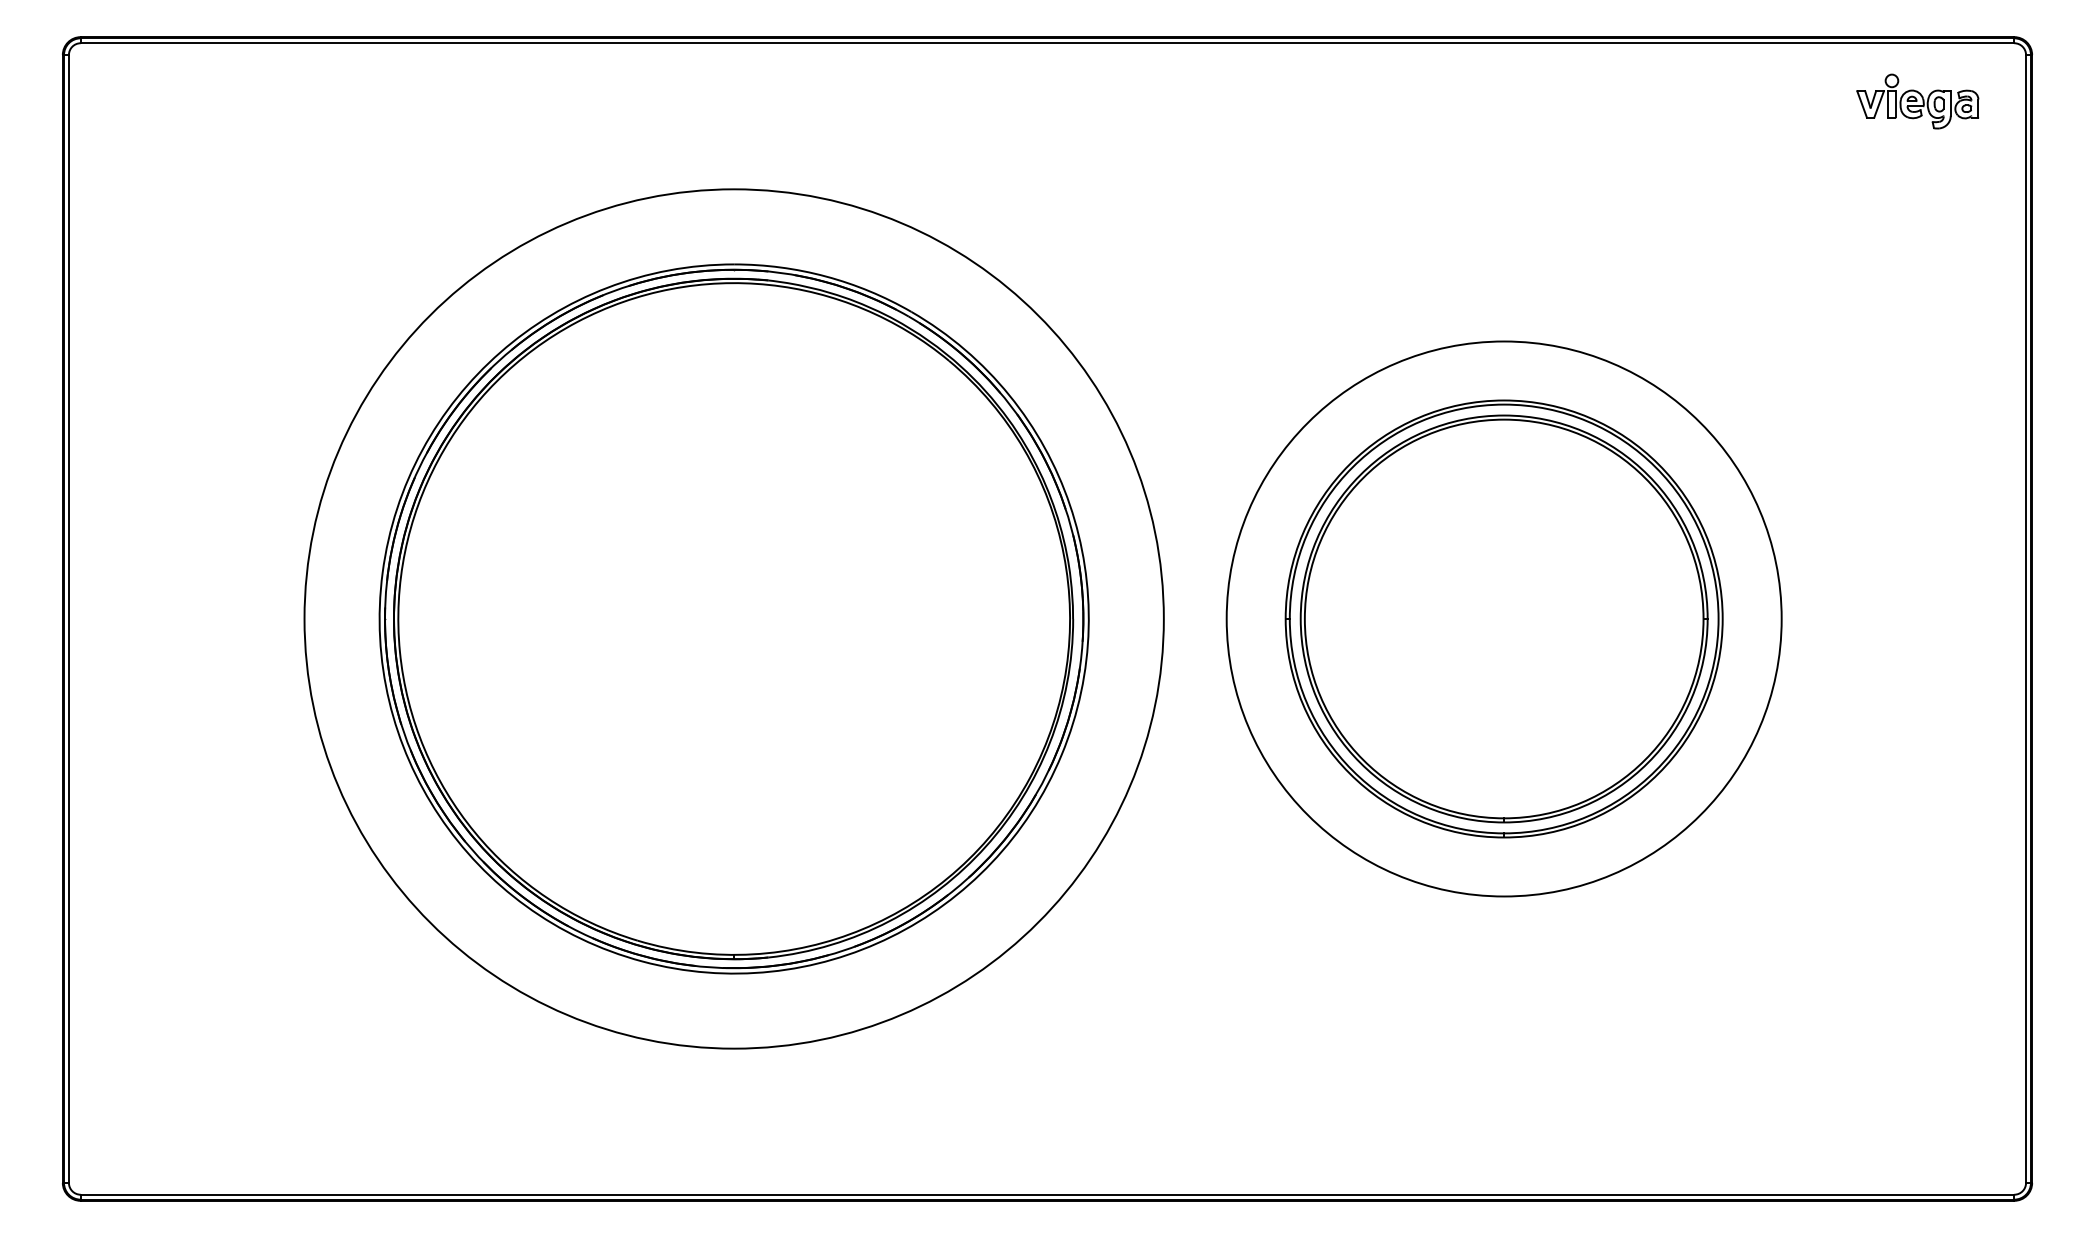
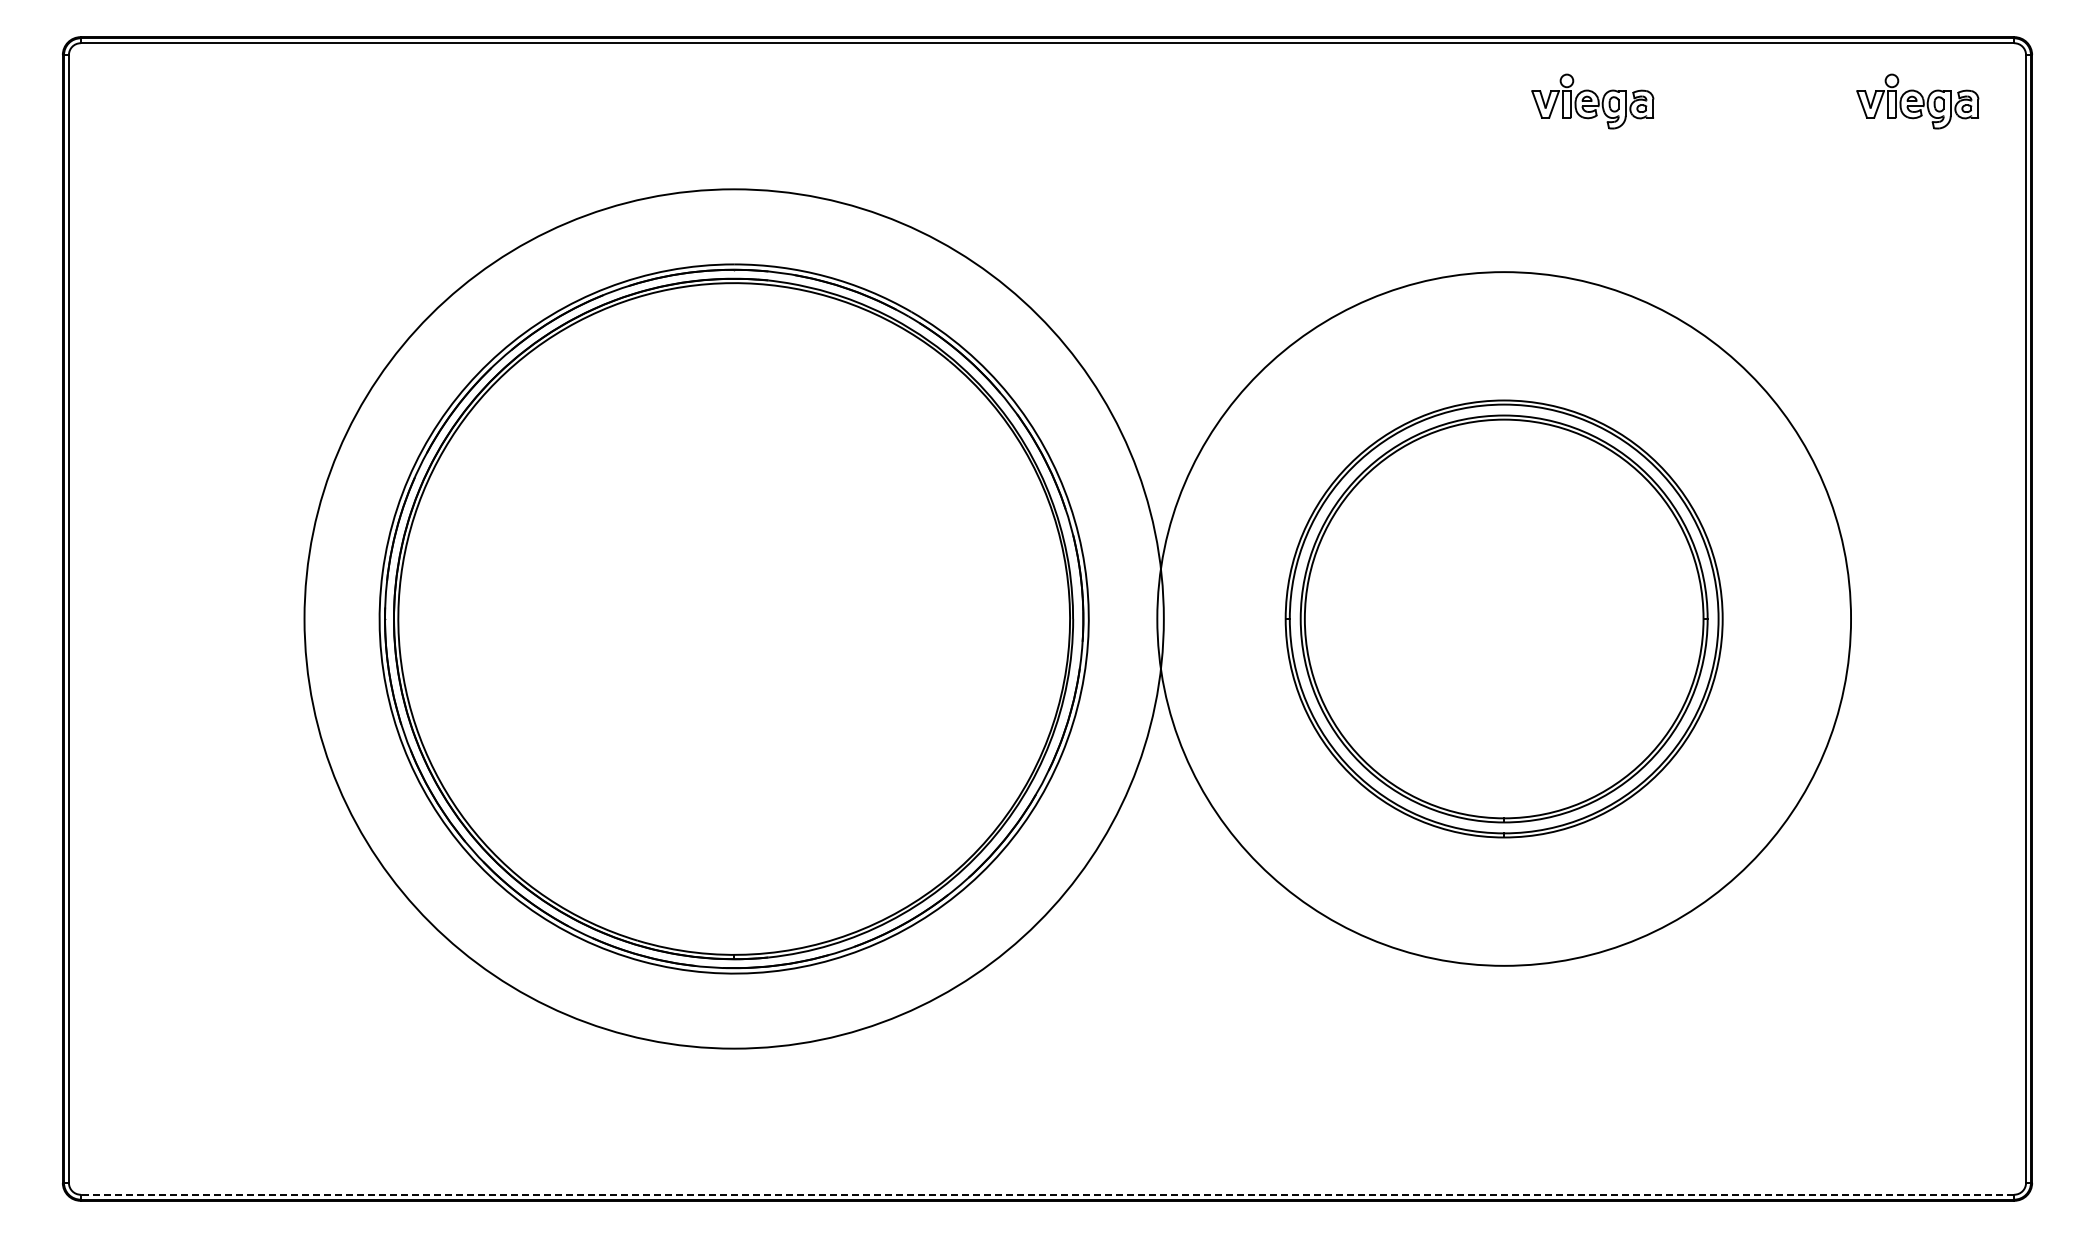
part at (1592, 101): none -> present
circle at (1503, 618) diameter: 555 px -> 694 px
line at (1047, 1194): solid -> dashed
